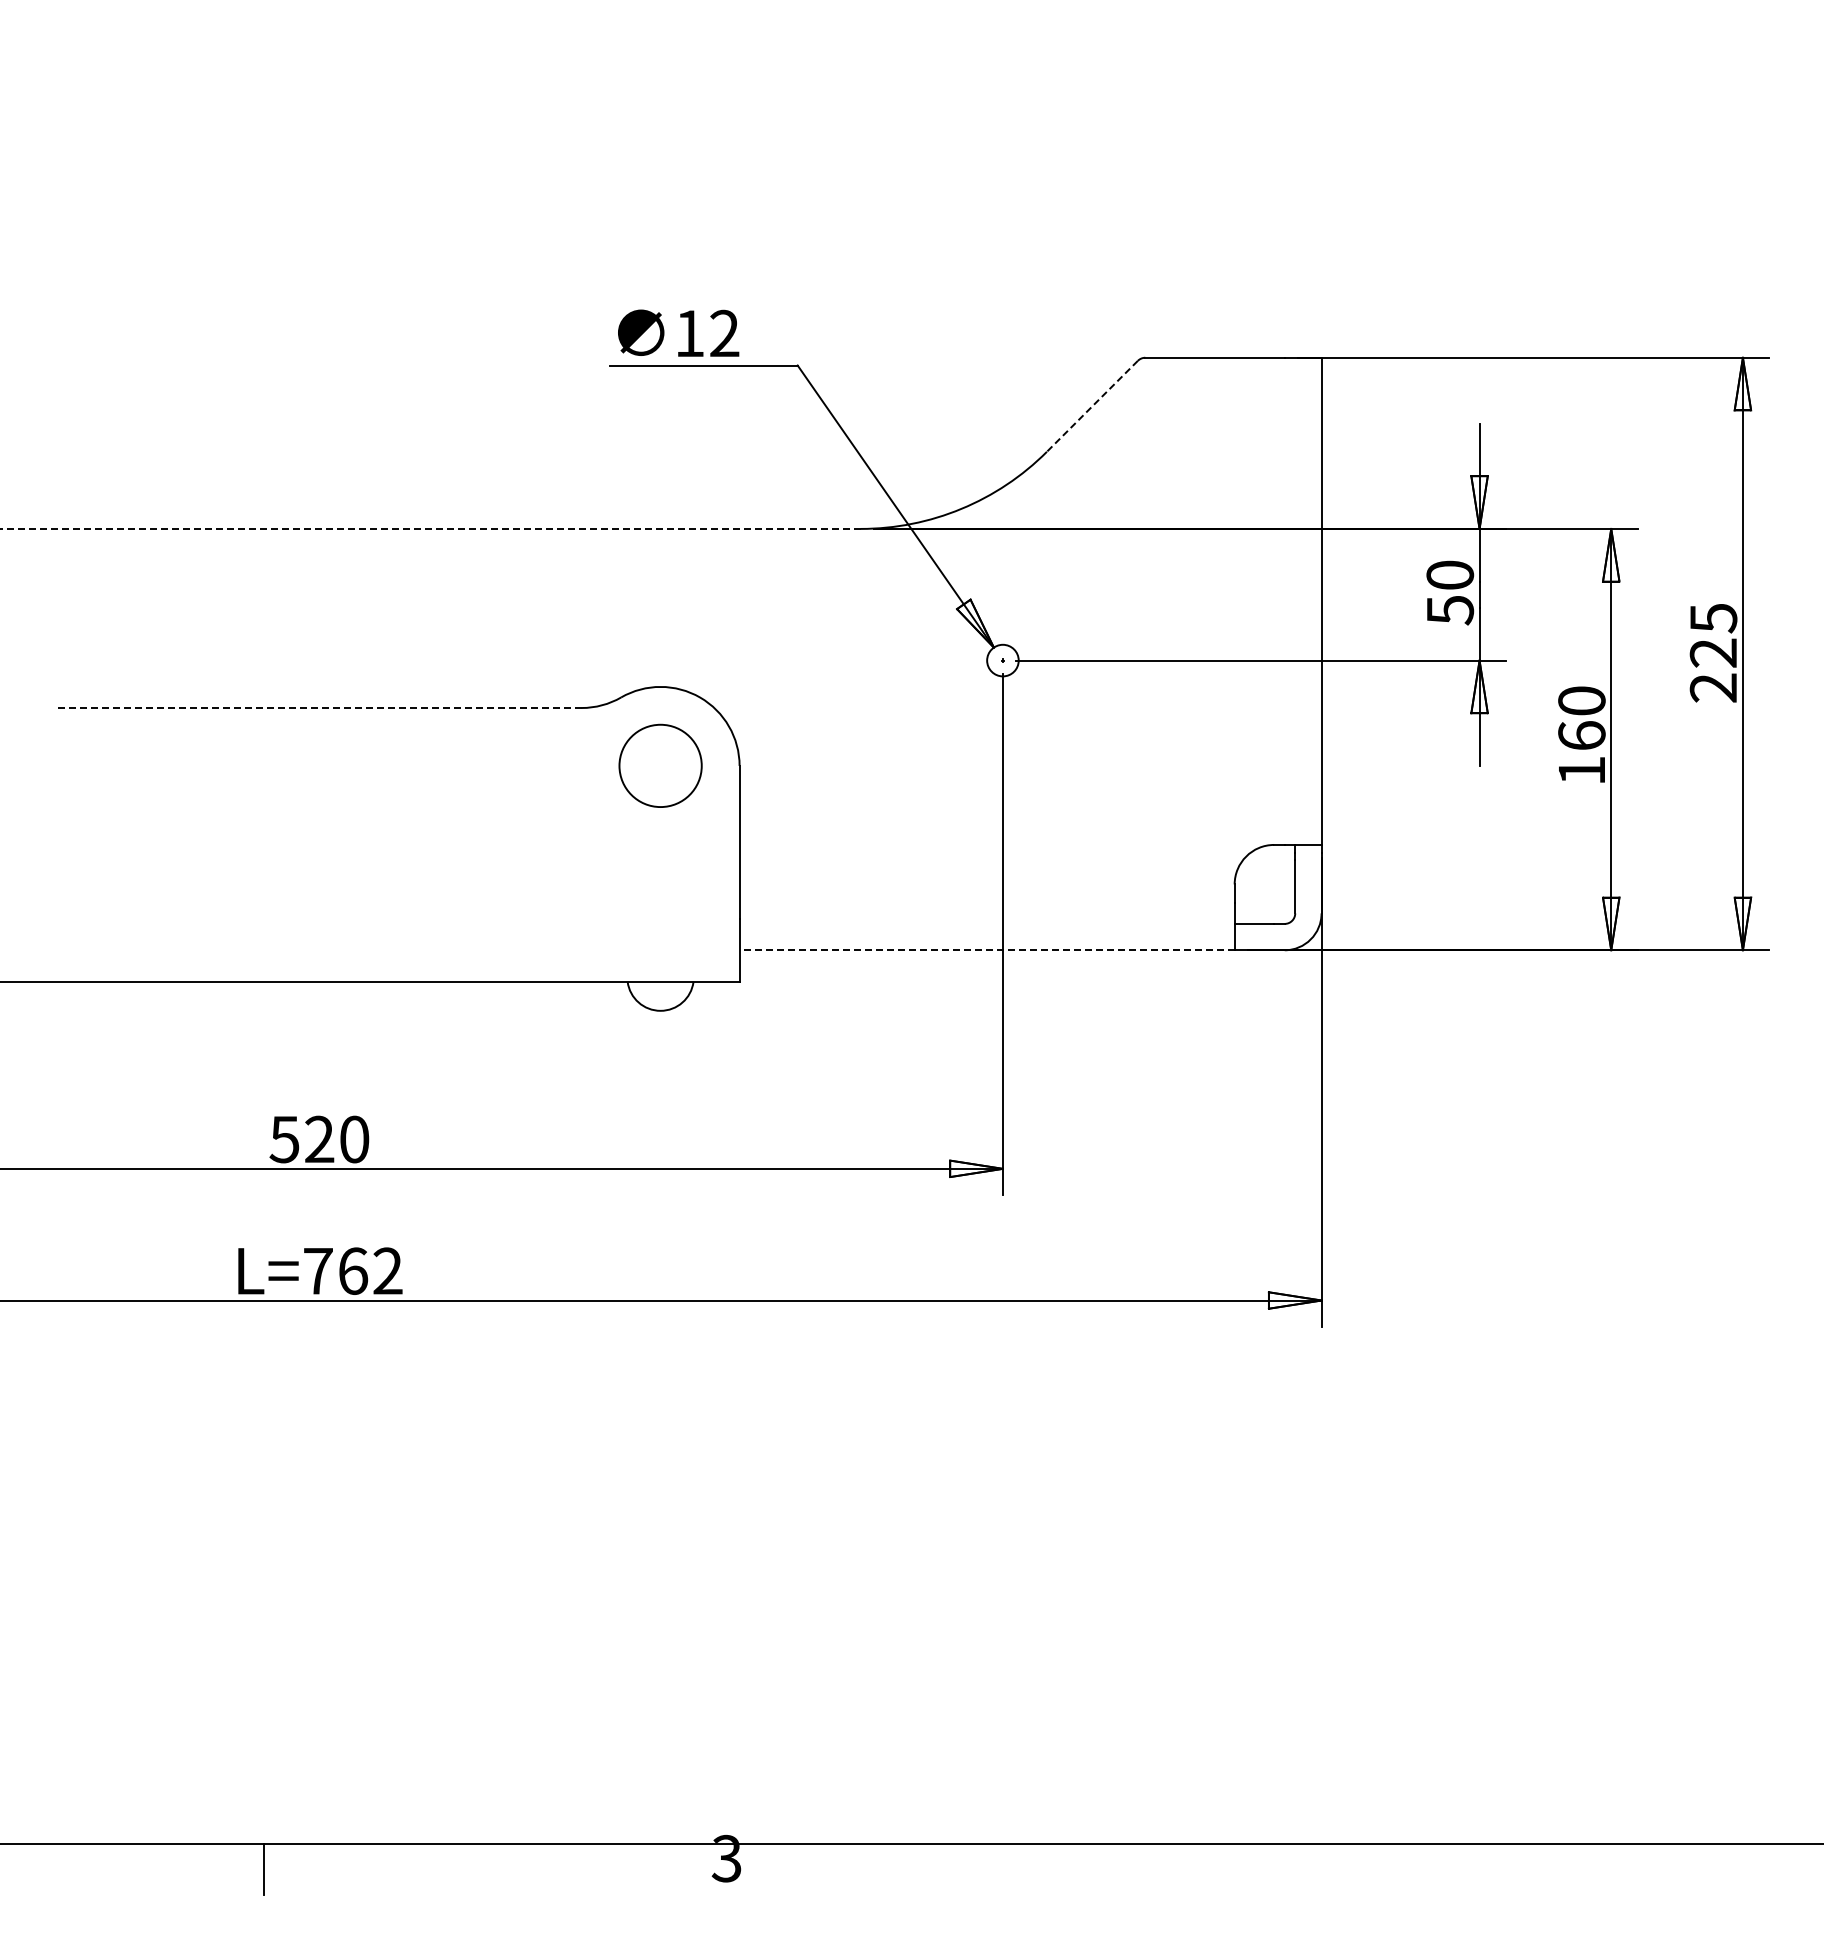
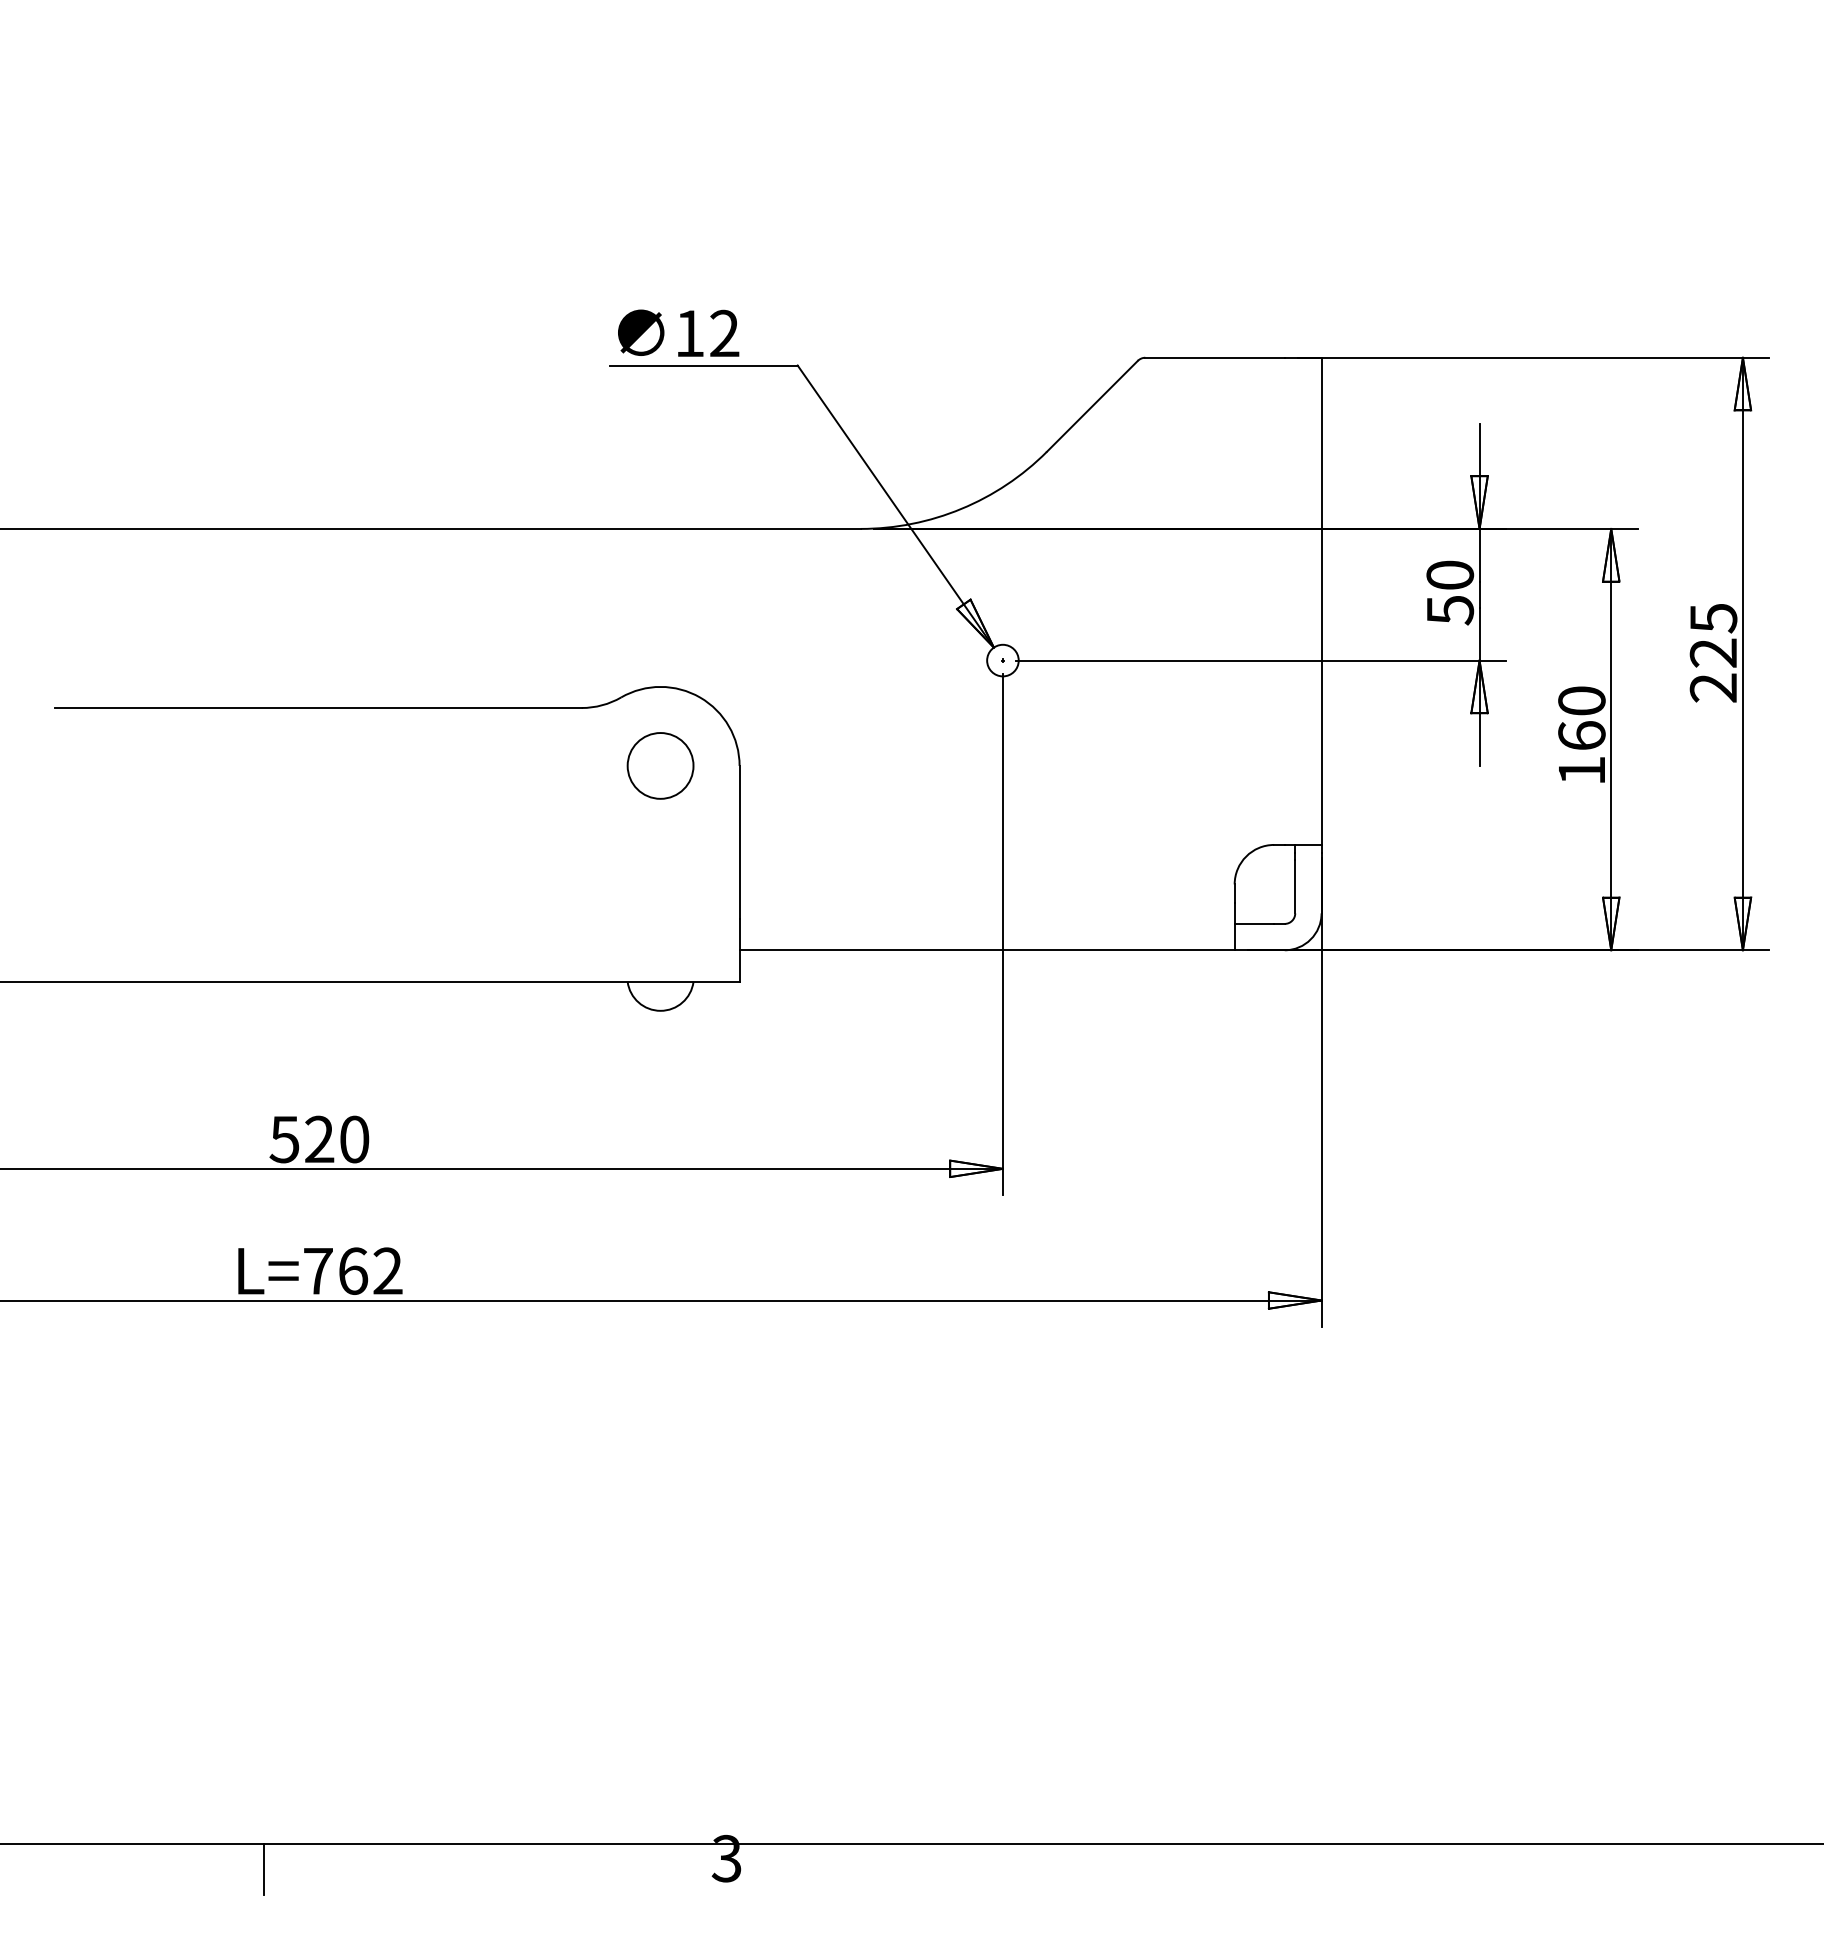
line at (1092, 406): dashed -> solid
line at (430, 528): dashed -> solid
line at (318, 708): dashed -> solid
circle at (660, 765) size: 85x85 px -> 69x68 px
line at (987, 950): dashed -> solid
